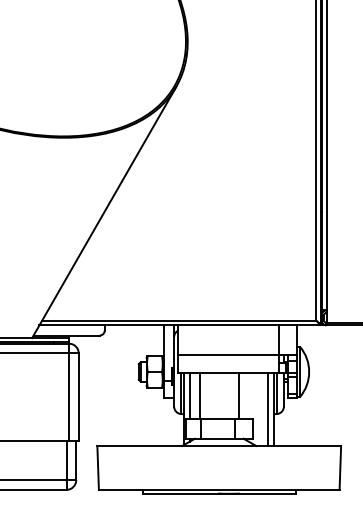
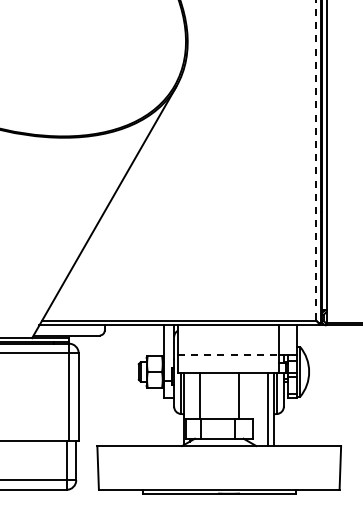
line at (316, 160): solid -> dashed
line at (228, 354): solid -> dashed
line at (190, 396): present -> none
